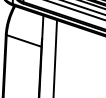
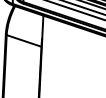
line at (55, 57): present -> none
